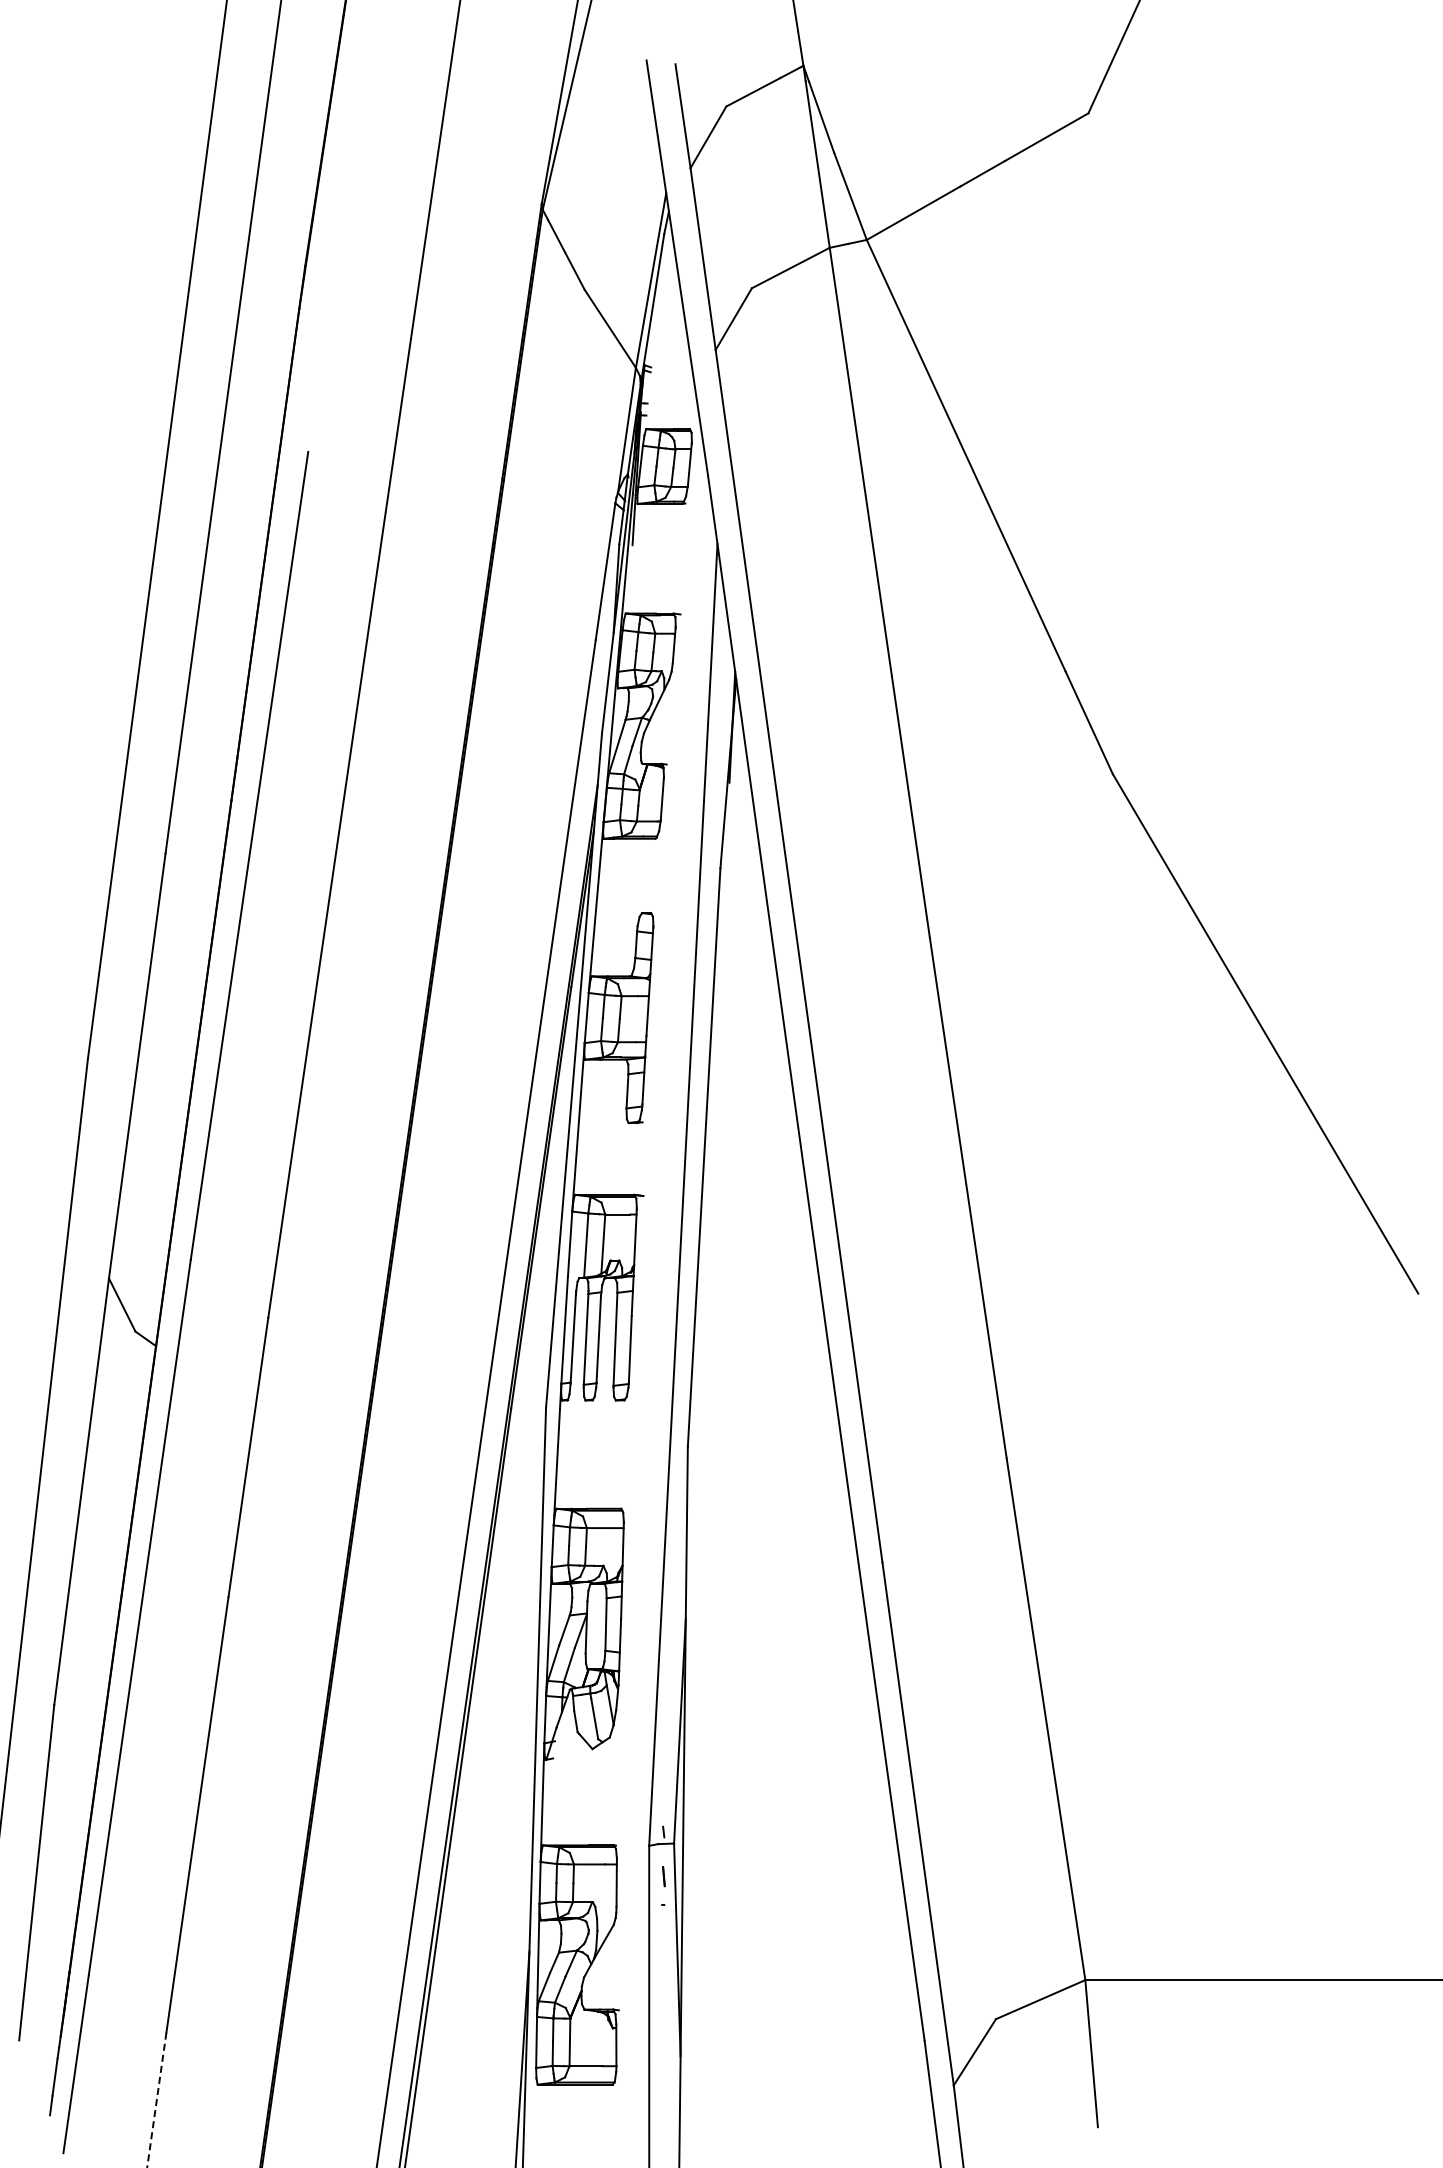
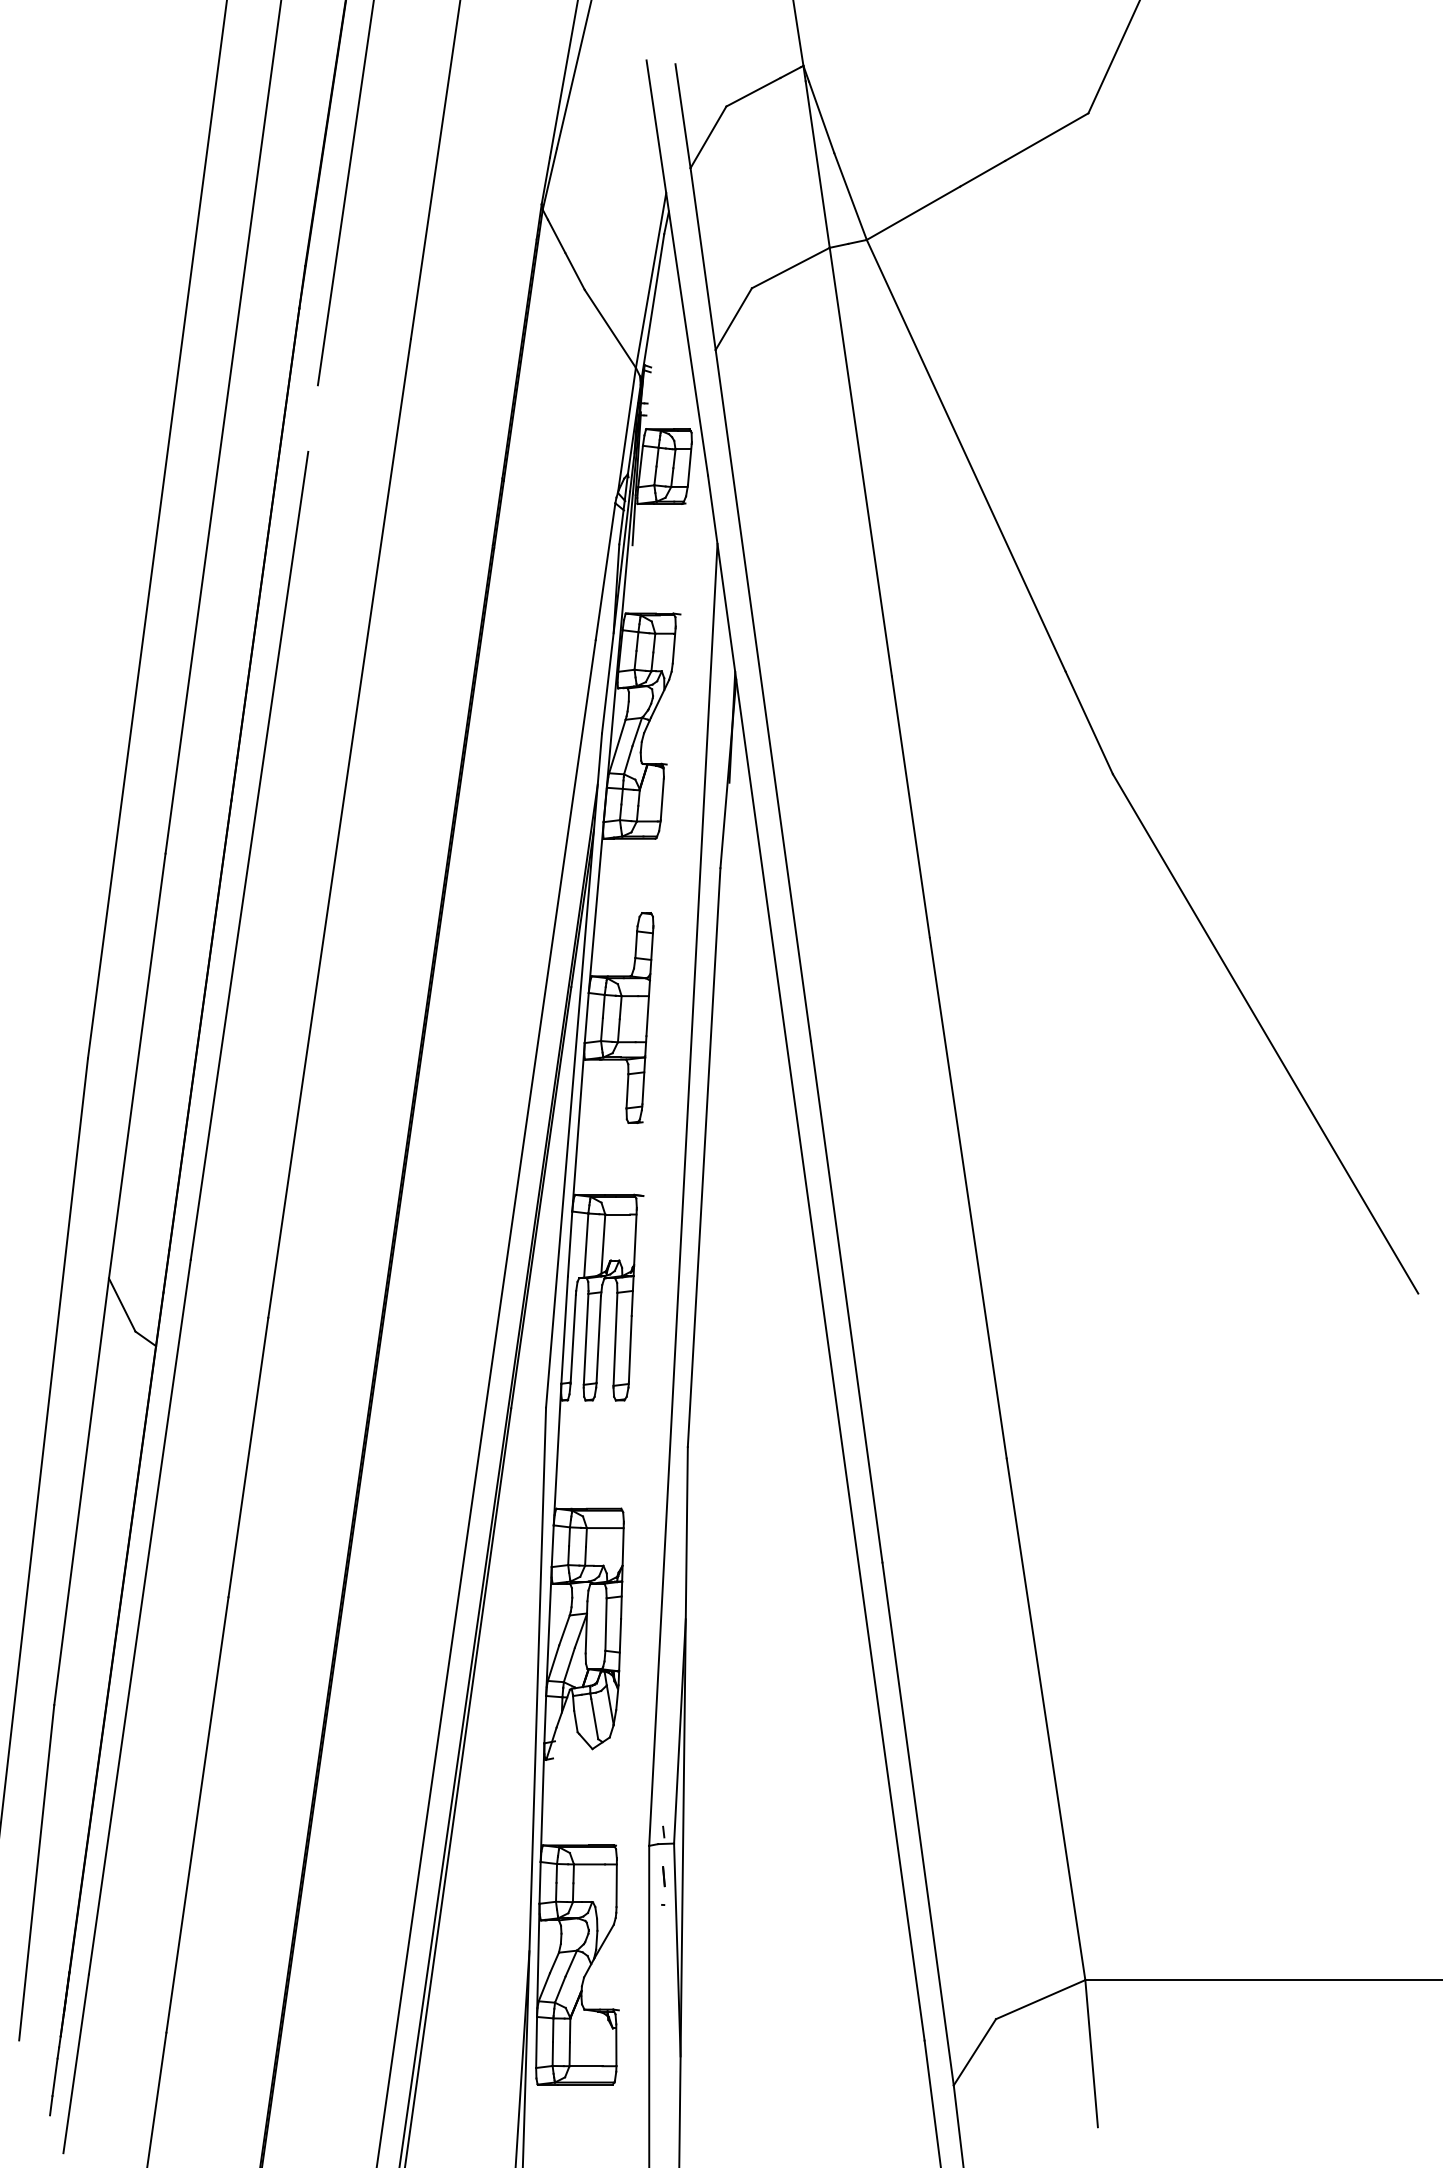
line at (345, 193): none -> present
line at (156, 2099): dashed -> solid
